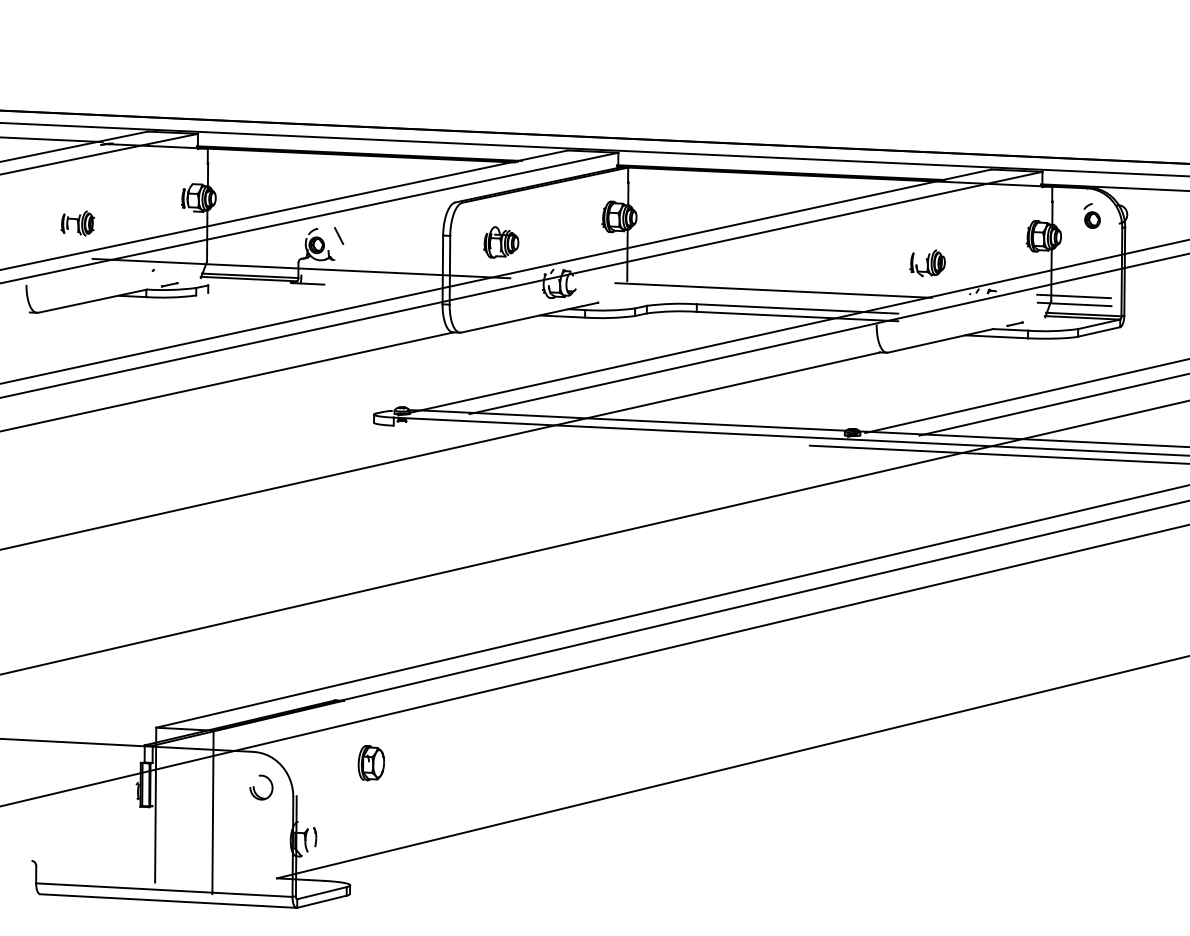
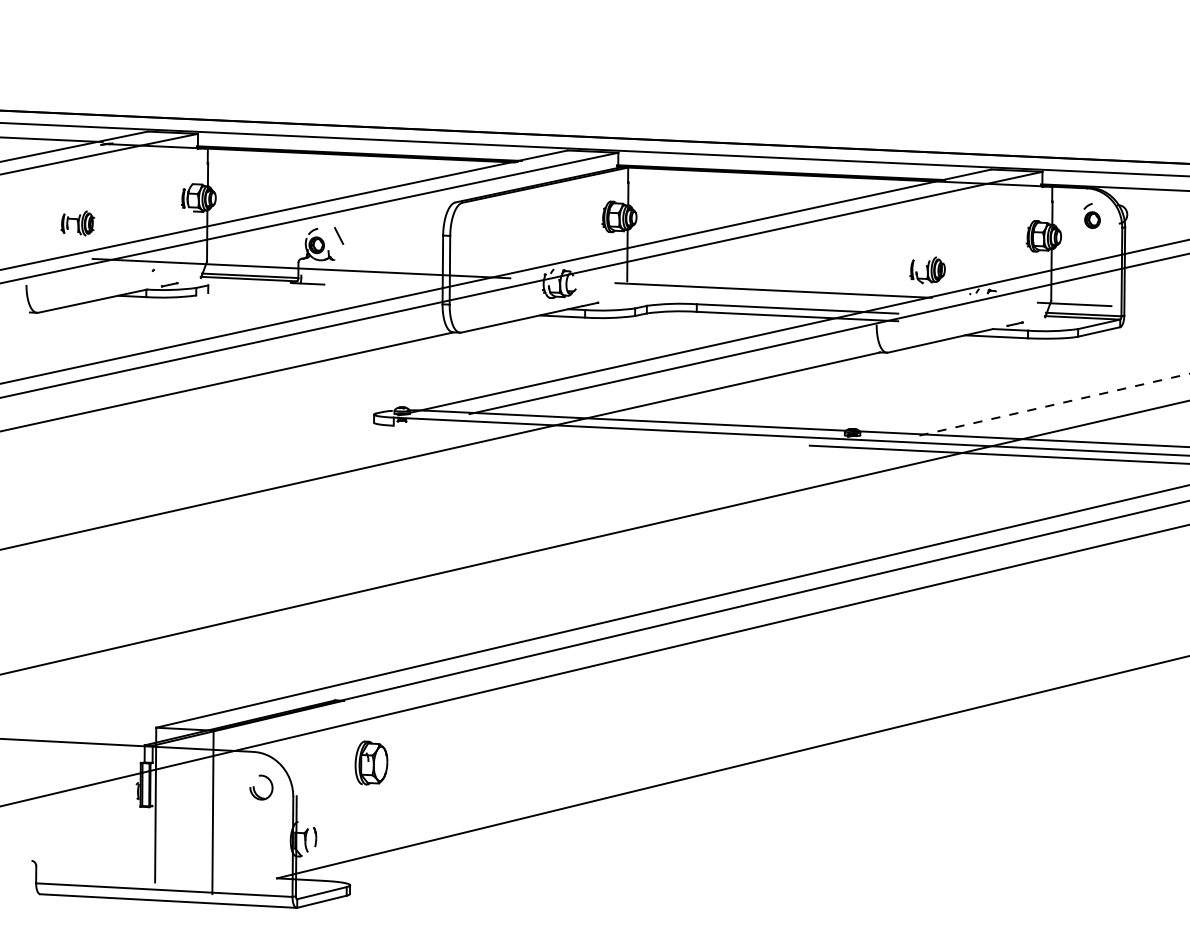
part at (501, 242): present -> none
part at (927, 263) position: (927, 263) -> (927, 270)
line at (1073, 296): present -> none
line at (1025, 396): present -> none
line at (1054, 404): solid -> dashed
part at (370, 763) size: 28x37 px -> 35x46 px
